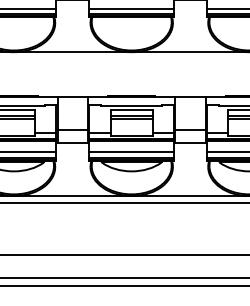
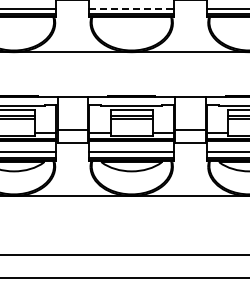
line at (132, 8): solid -> dashed
line at (124, 203): present -> none
line at (124, 285): present -> none
